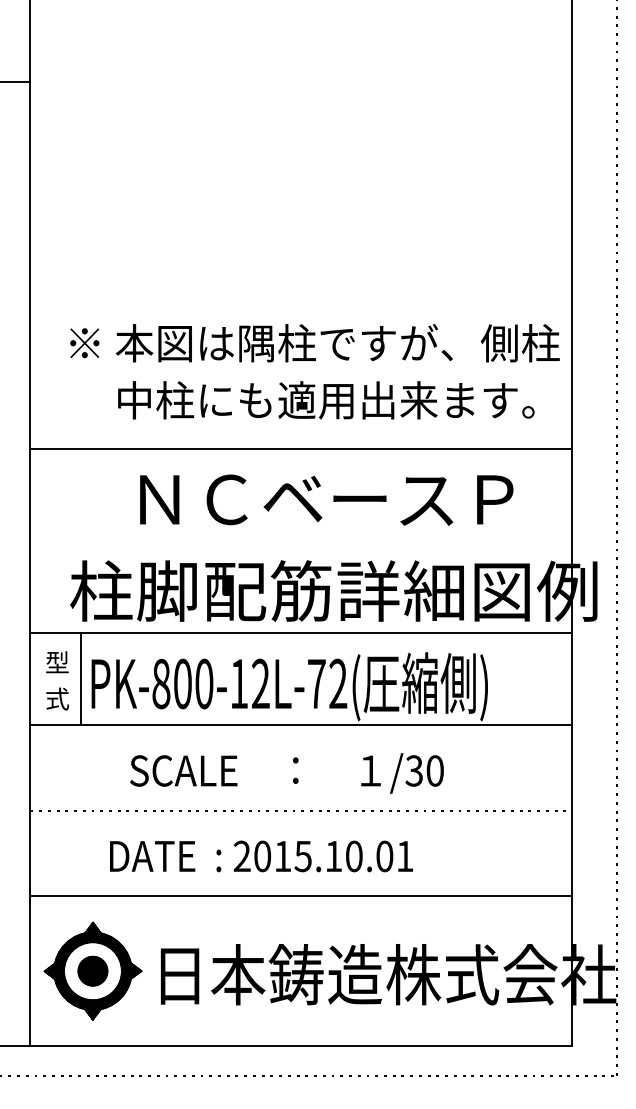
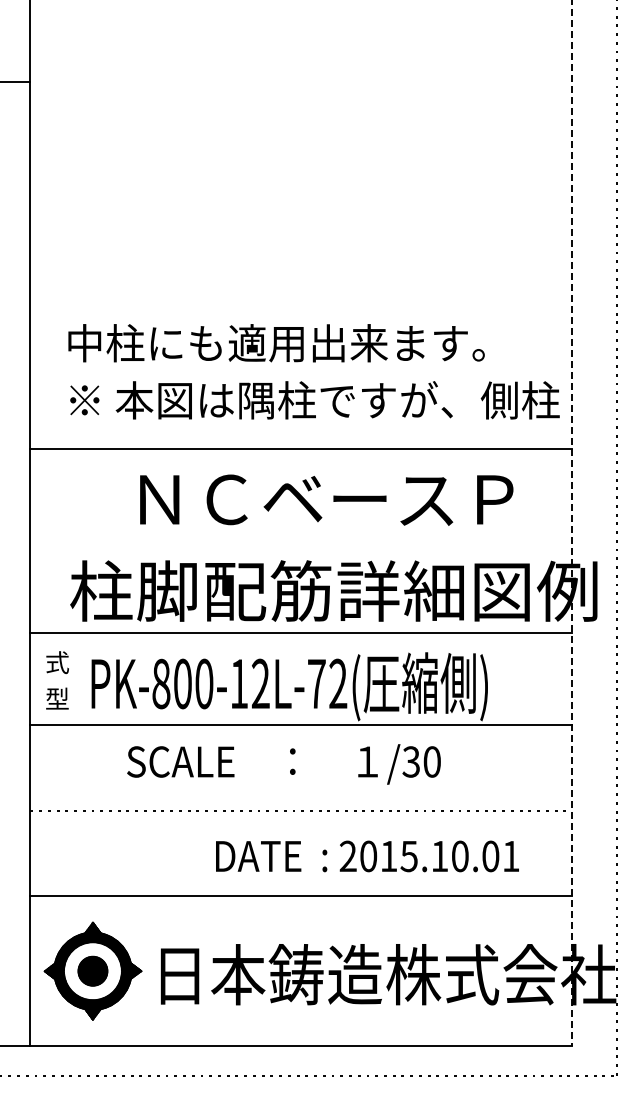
text at (313, 343): ※ 本図は隅柱ですが、側柱 -> 中柱にも適用出来ます。
text at (314, 400): 中柱にも適用出来ます。 -> ※ 本図は隅柱ですが、側柱
line at (571, 523): solid -> dashed
text at (57, 662): 型 -> 式
line at (81, 679): present -> none
text at (57, 698): 式 -> 型
text at (286, 773) position: (286, 773) -> (283, 764)
text at (261, 856) position: (261, 856) -> (367, 856)
